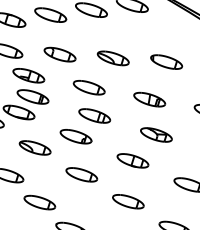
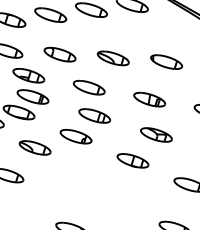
part at (81, 174): present -> none
part at (128, 201): present -> none
part at (39, 202): present -> none
